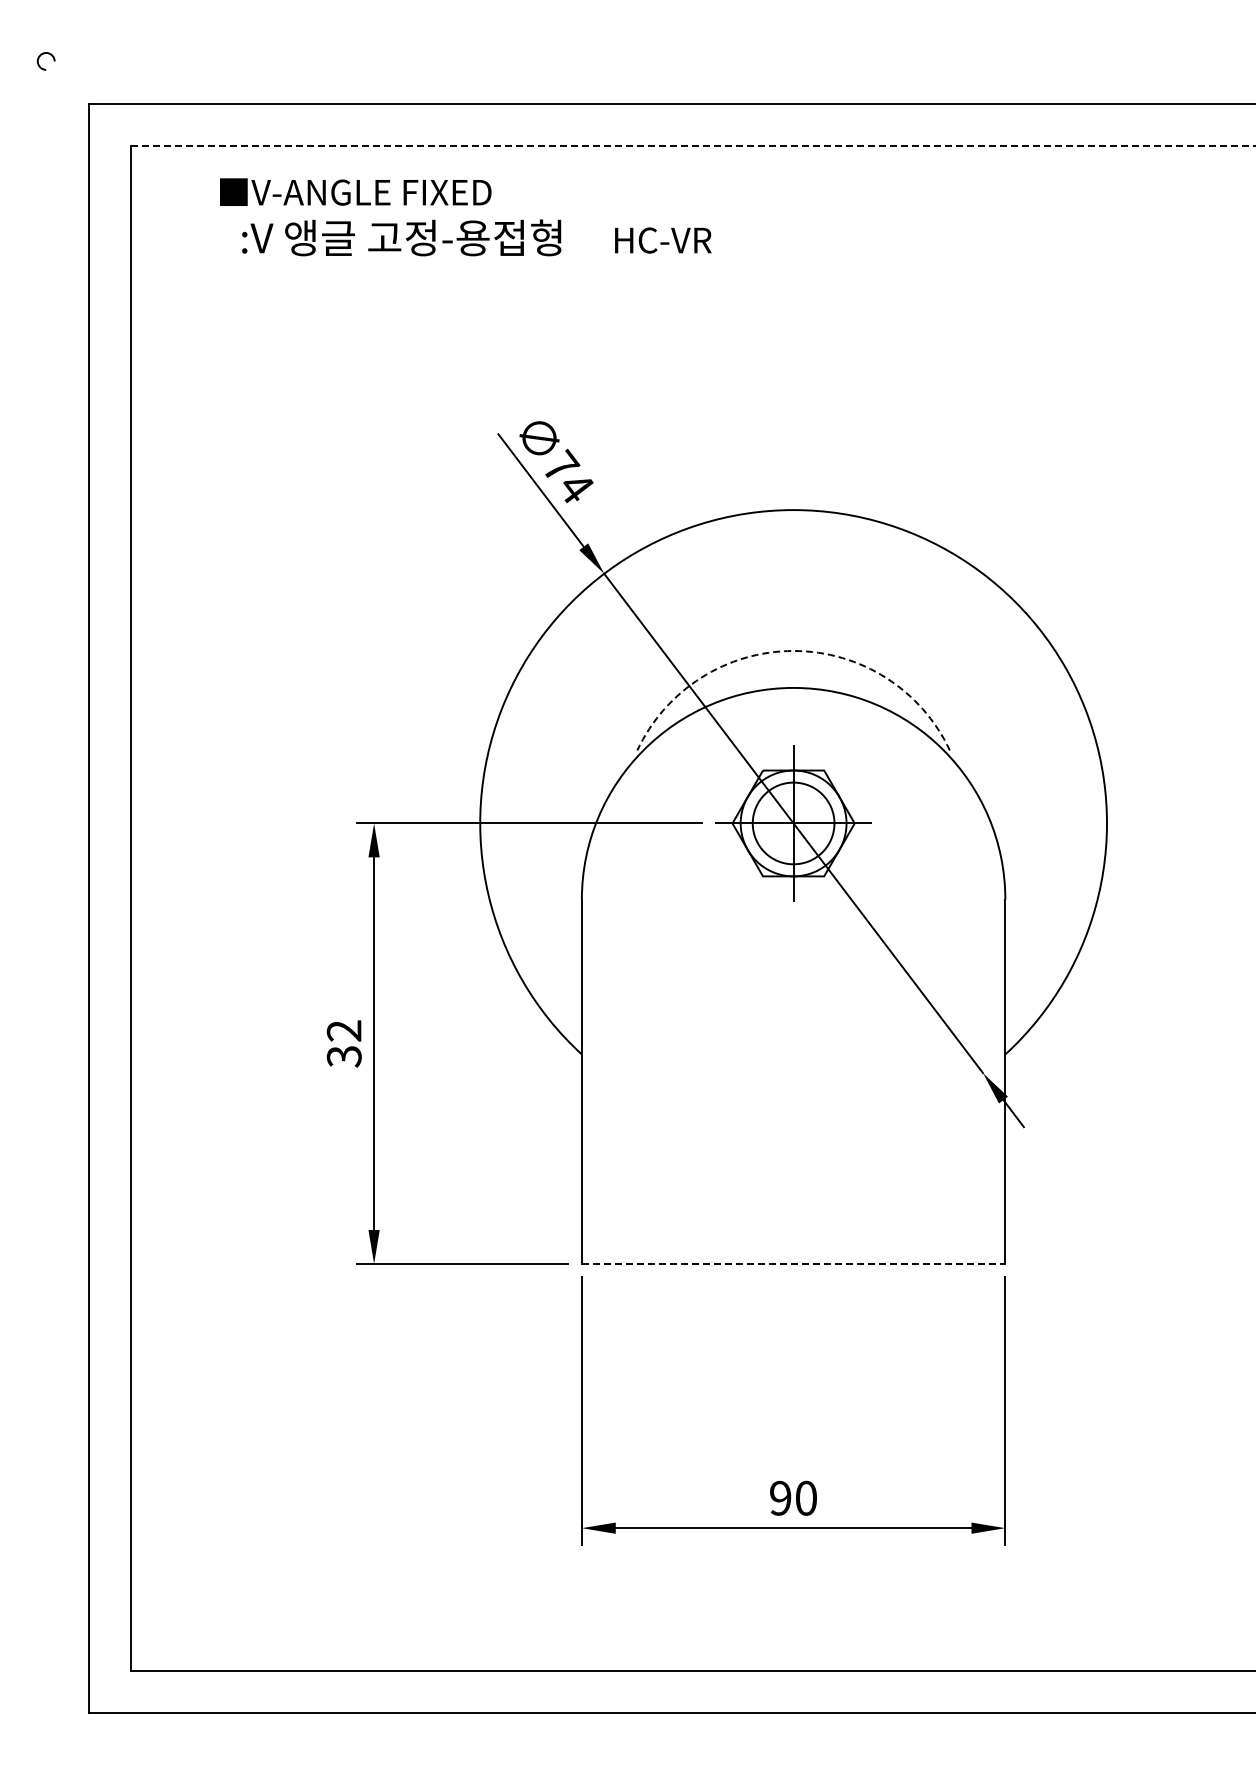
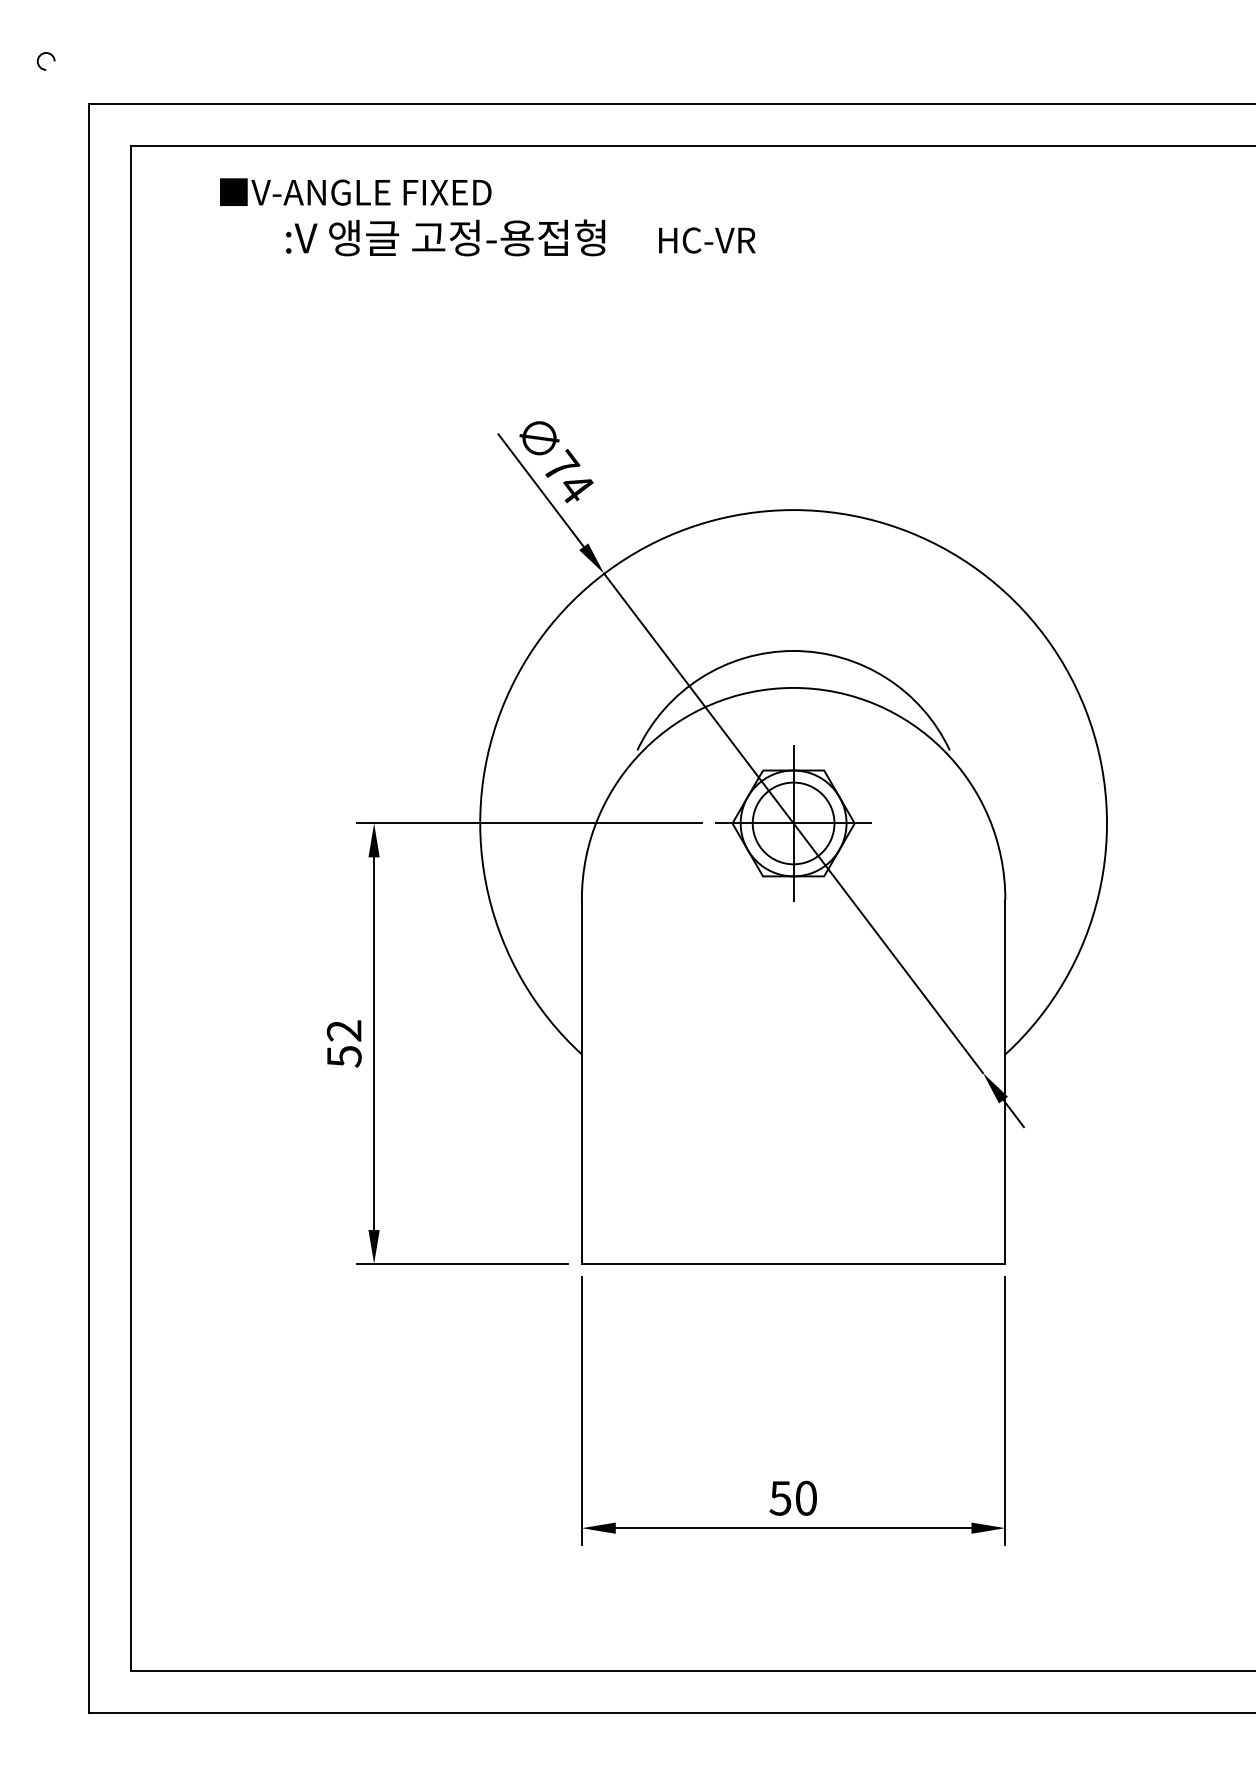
line at (693, 146): dashed -> solid
text at (476, 237) position: (476, 237) -> (520, 237)
arc at (793, 650): dashed -> solid
text at (343, 1056): 32 -> 52
line at (793, 1263): dashed -> solid
text at (780, 1497): 90 -> 50
